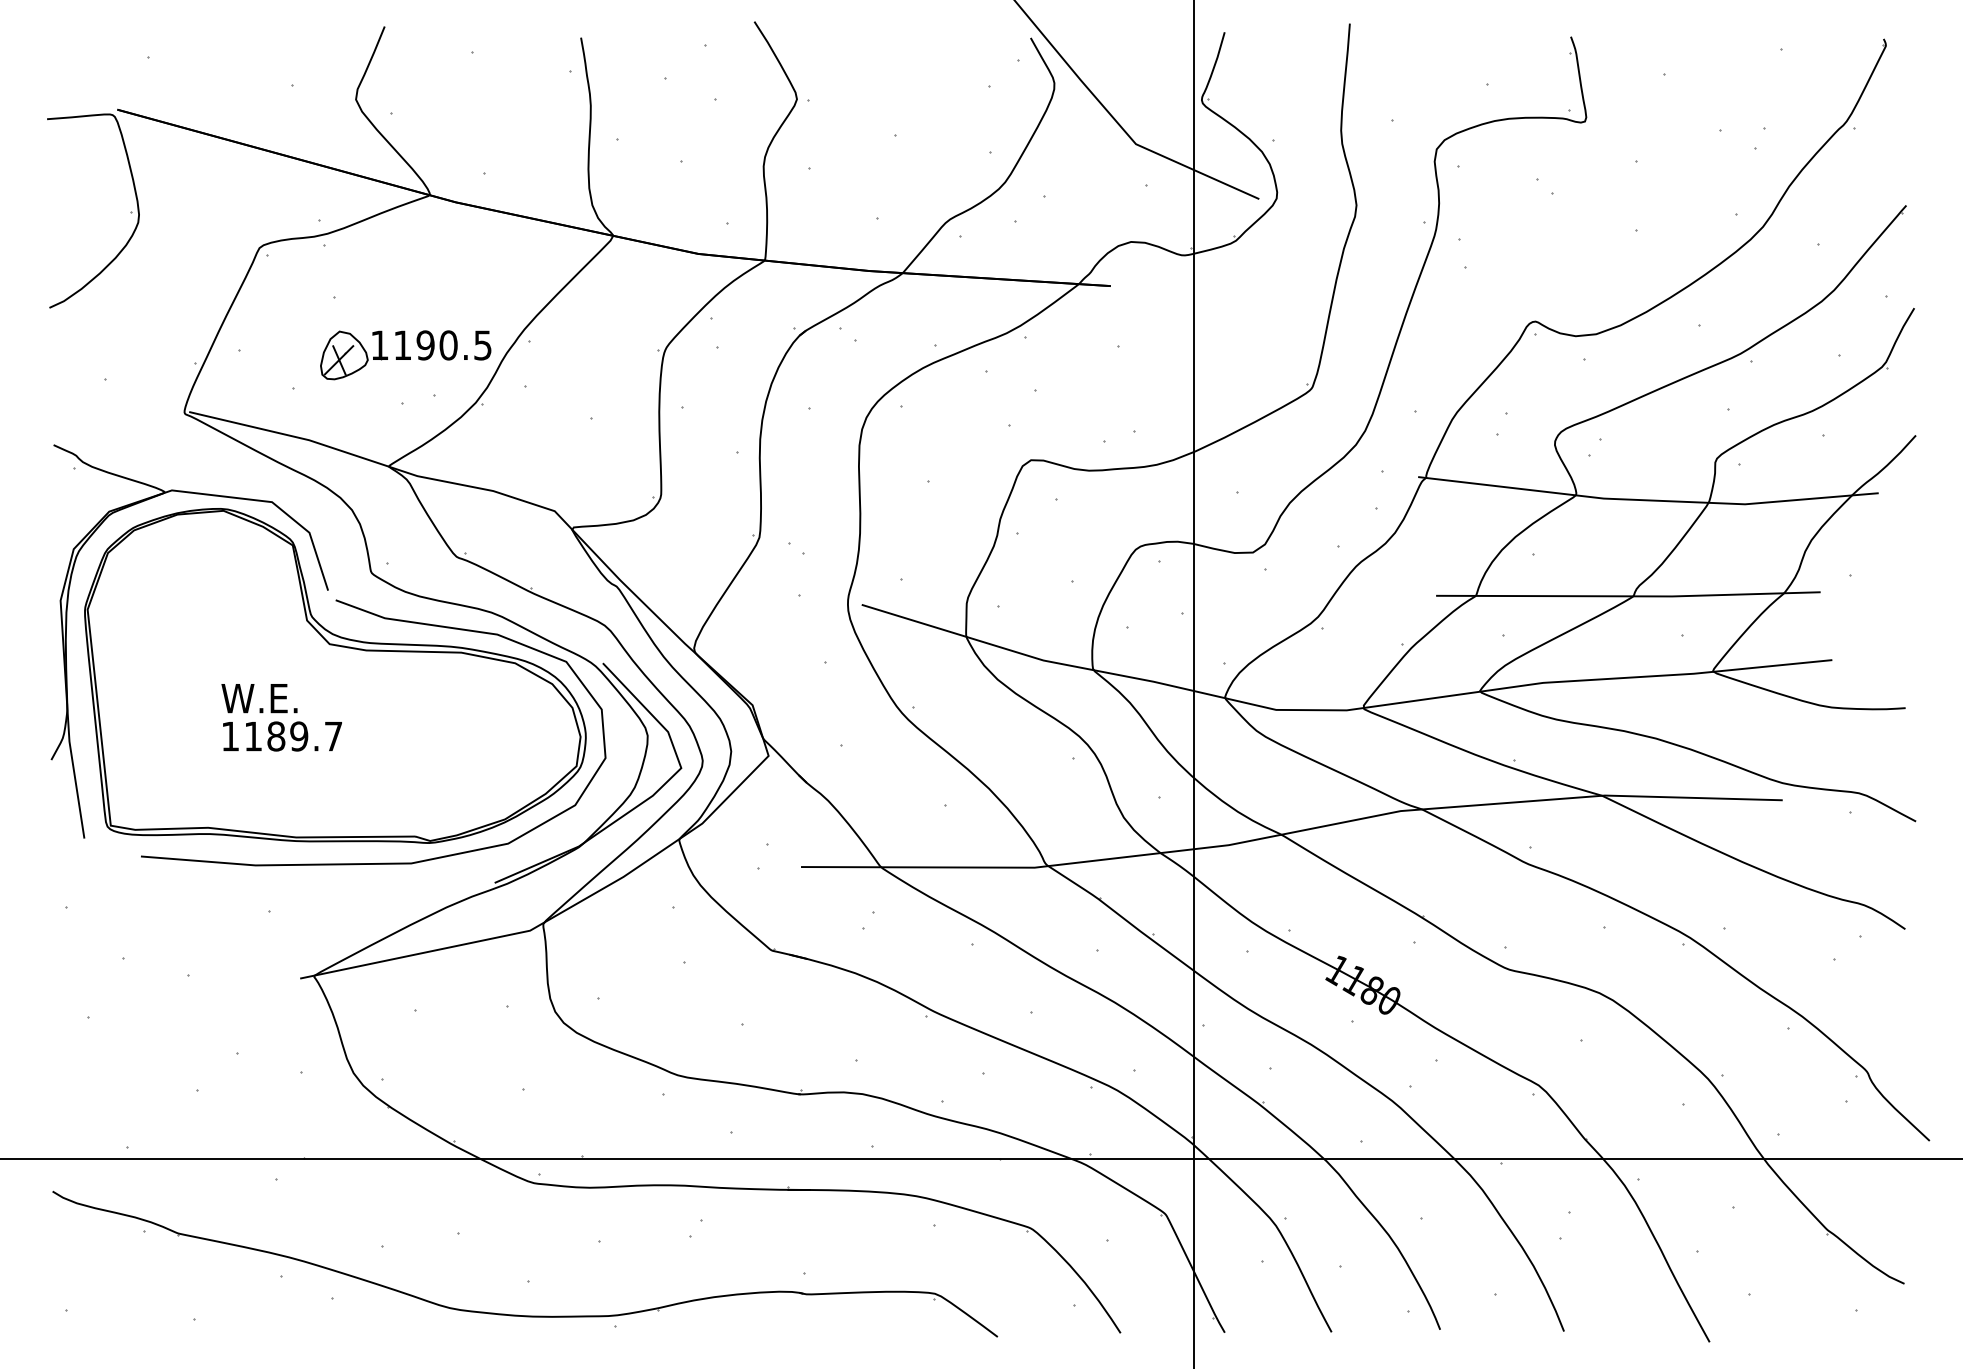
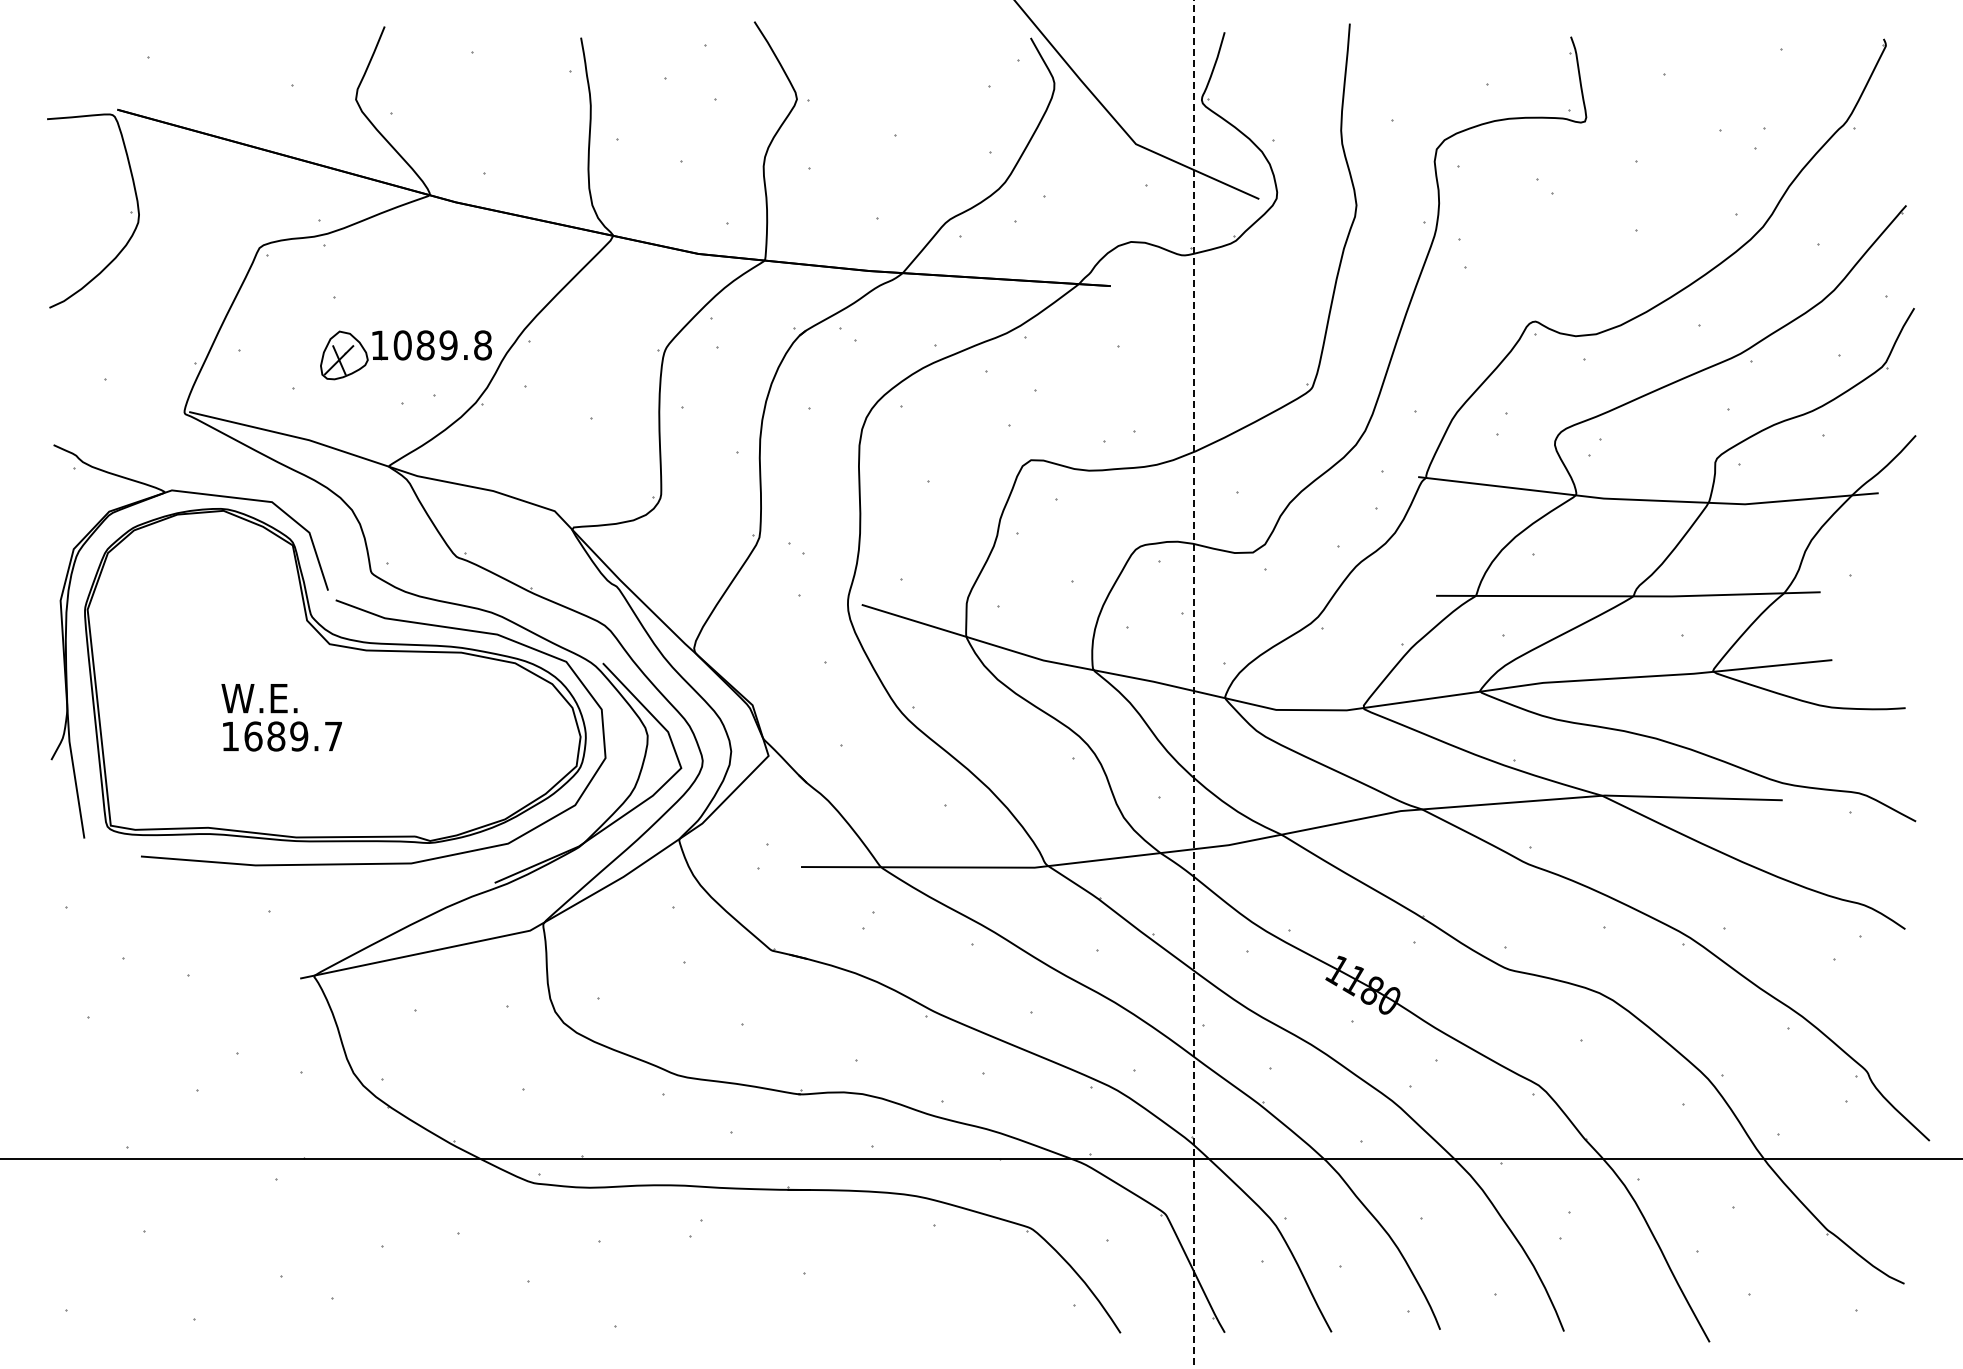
text at (442, 345): 1190.5 -> 1089.8
line at (1194, 684): solid -> dashed
text at (253, 736): 1189.7 -> 1689.7
part at (517, 1314): present -> none
